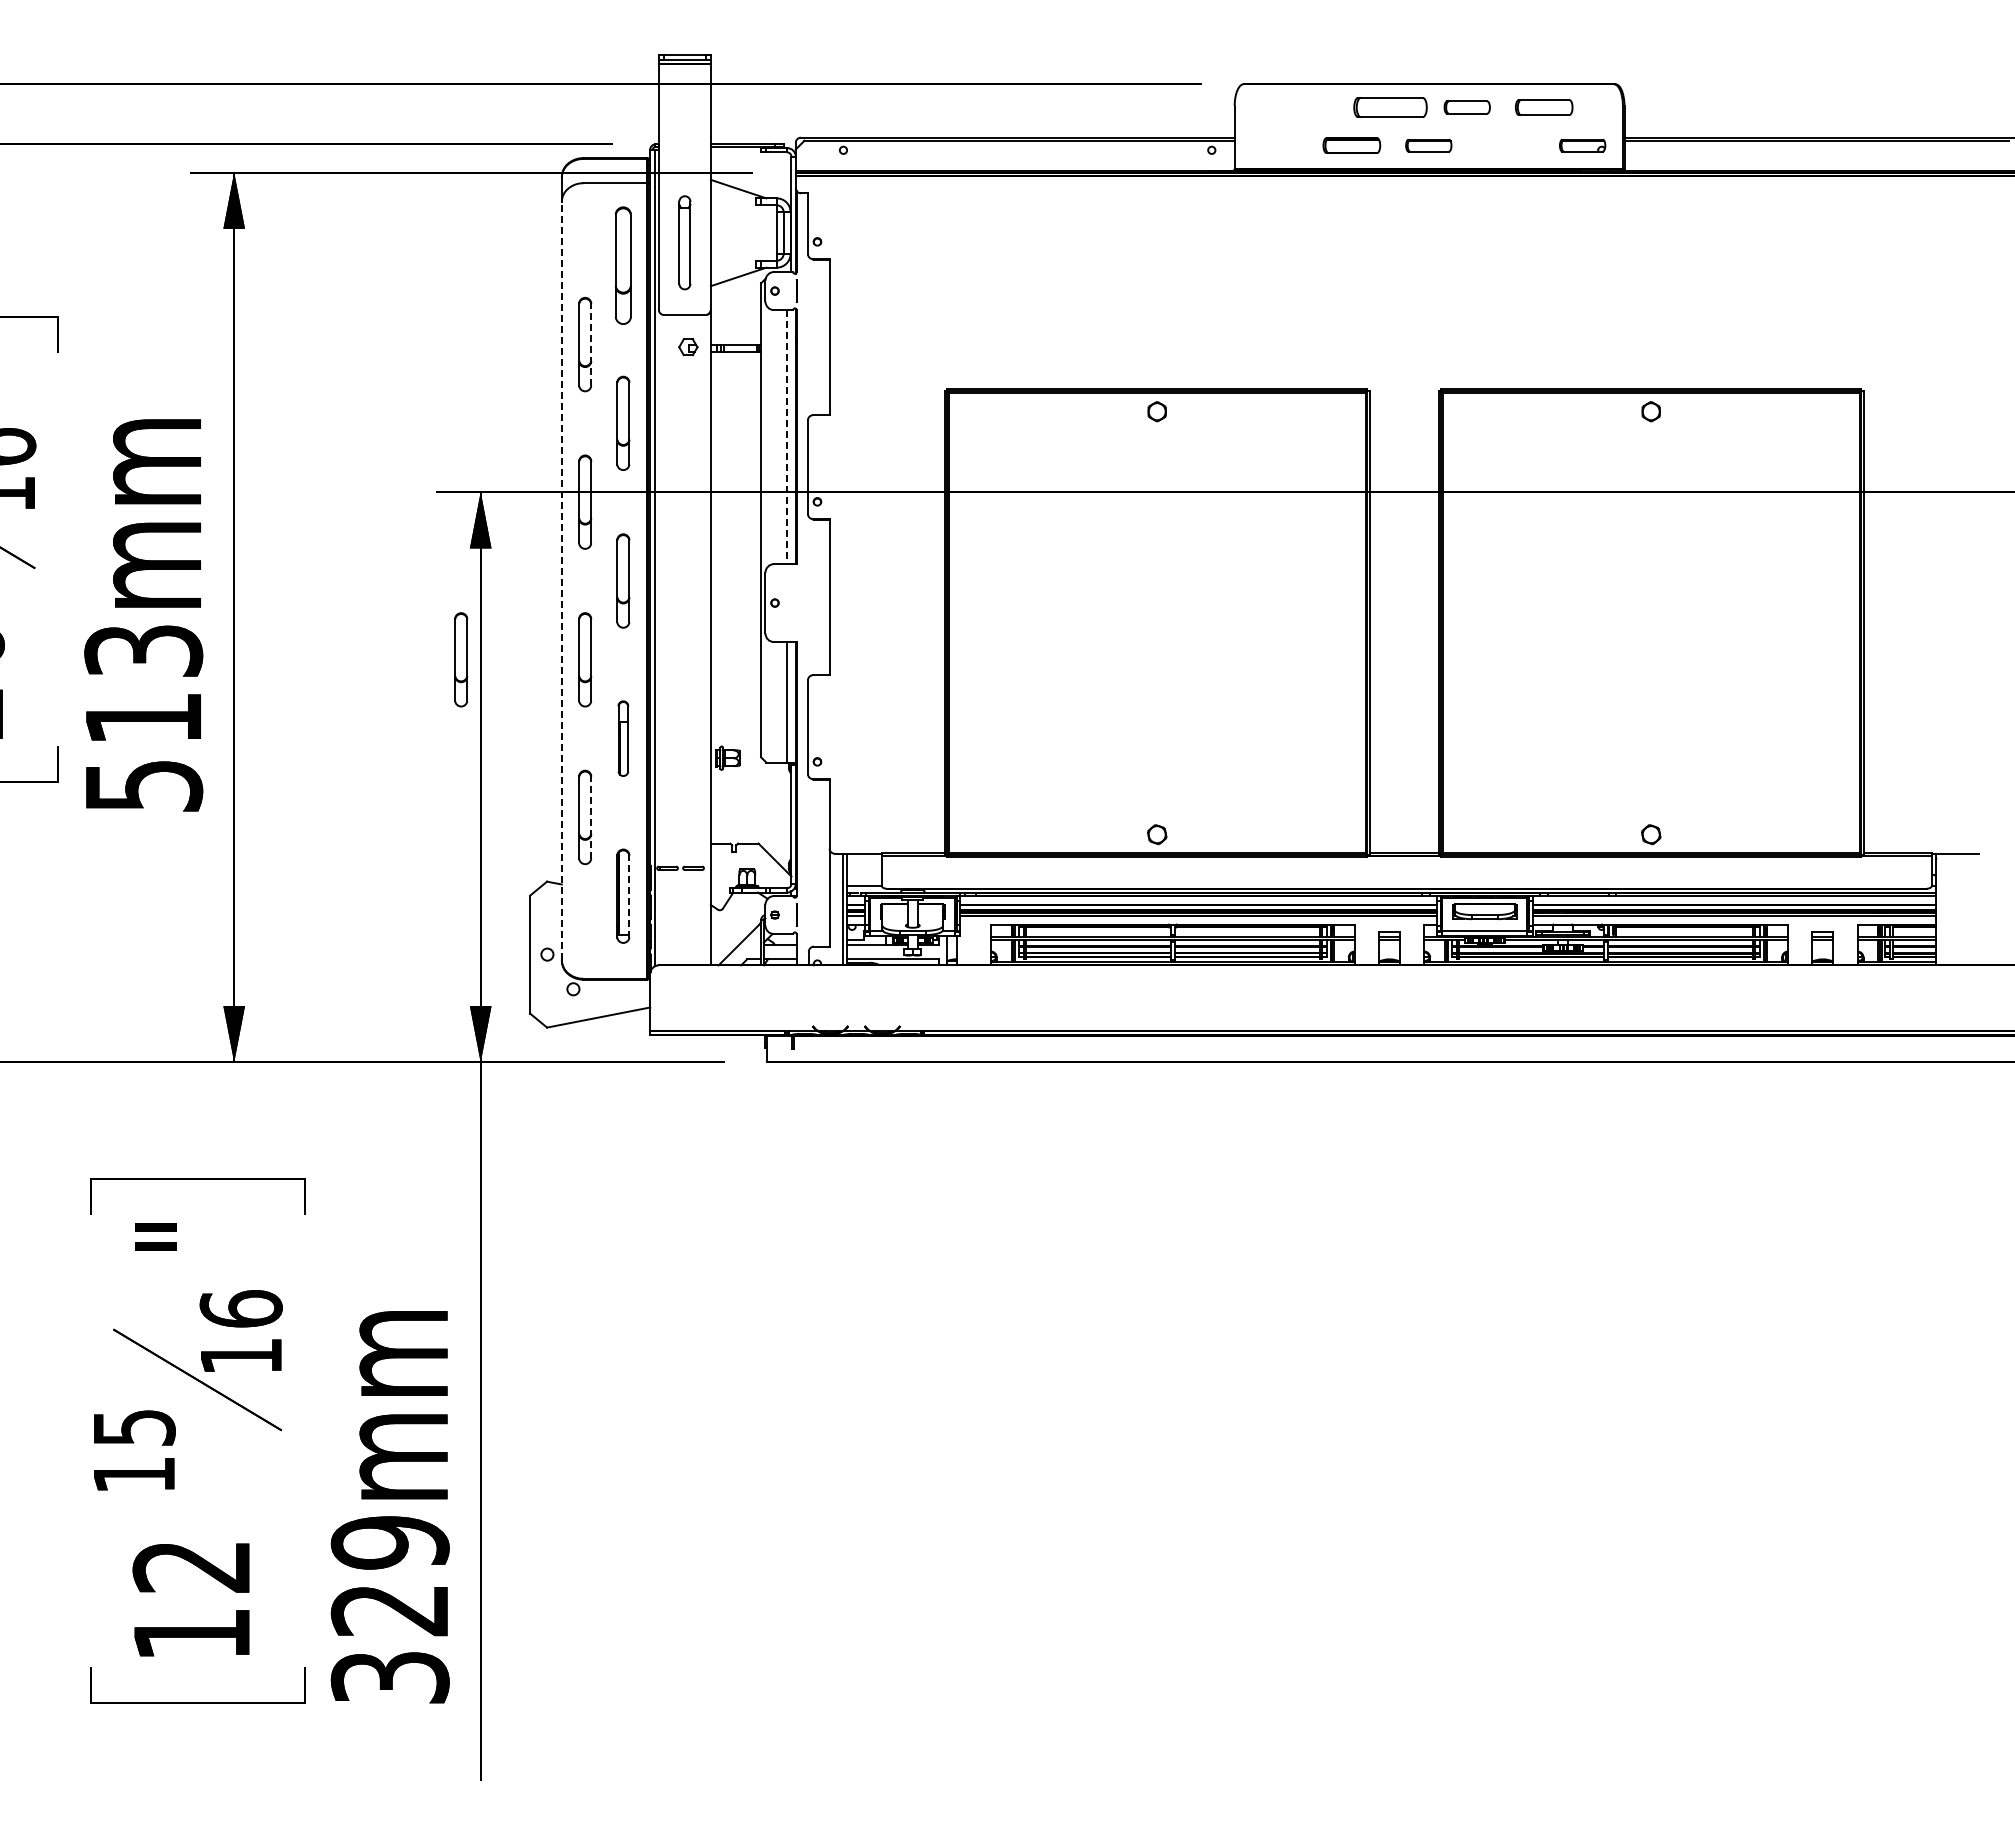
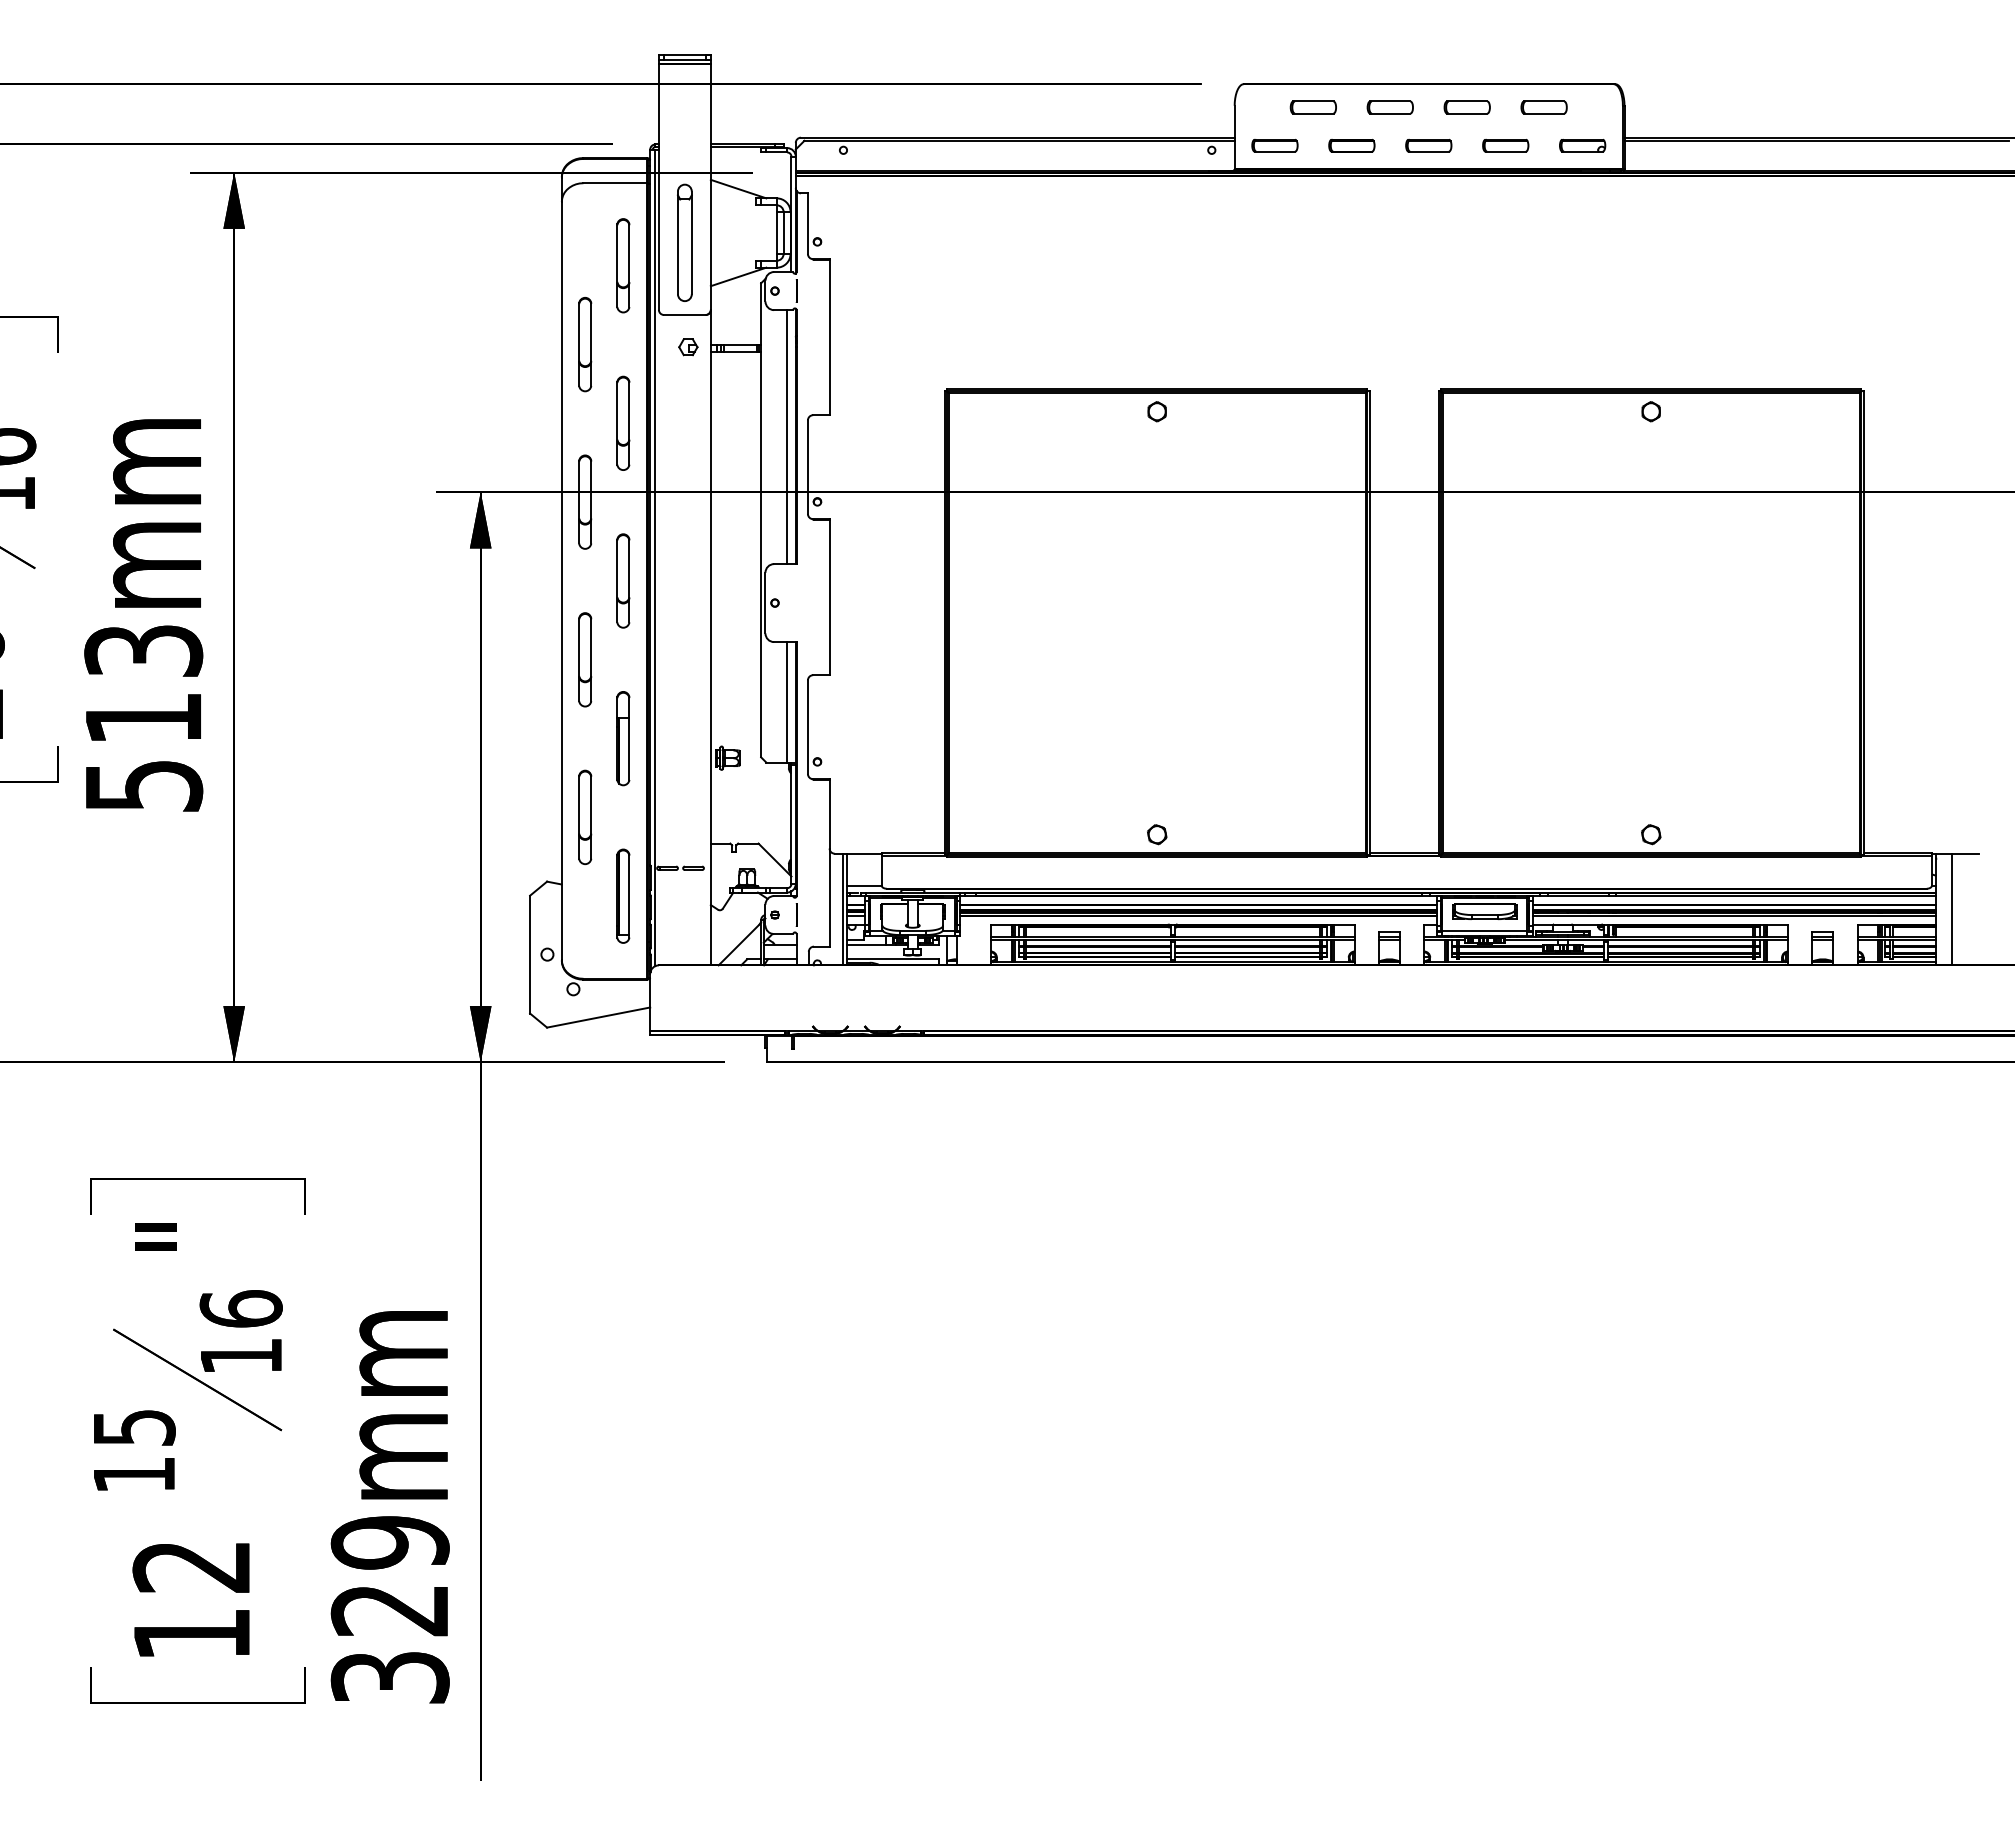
part at (1312, 107): none -> present
part at (1390, 107) size: 75x21 px -> 48x15 px
part at (1544, 107) size: 59x17 px -> 48x15 px
part at (1274, 145): none -> present
part at (1351, 145) size: 60x17 px -> 48x14 px
part at (1505, 145): none -> present
part at (684, 242) size: 14x96 px -> 16x119 px
part at (622, 265) size: 18x119 px -> 15x96 px
line at (591, 344): dashed -> solid
line at (787, 437): dashed -> solid
line at (561, 580): dashed -> solid
part at (461, 659): present -> none
part at (623, 738) size: 13x77 px -> 15x96 px
line at (591, 816): dashed -> solid
line at (629, 895): dashed -> solid
line at (1951, 909): none -> present
